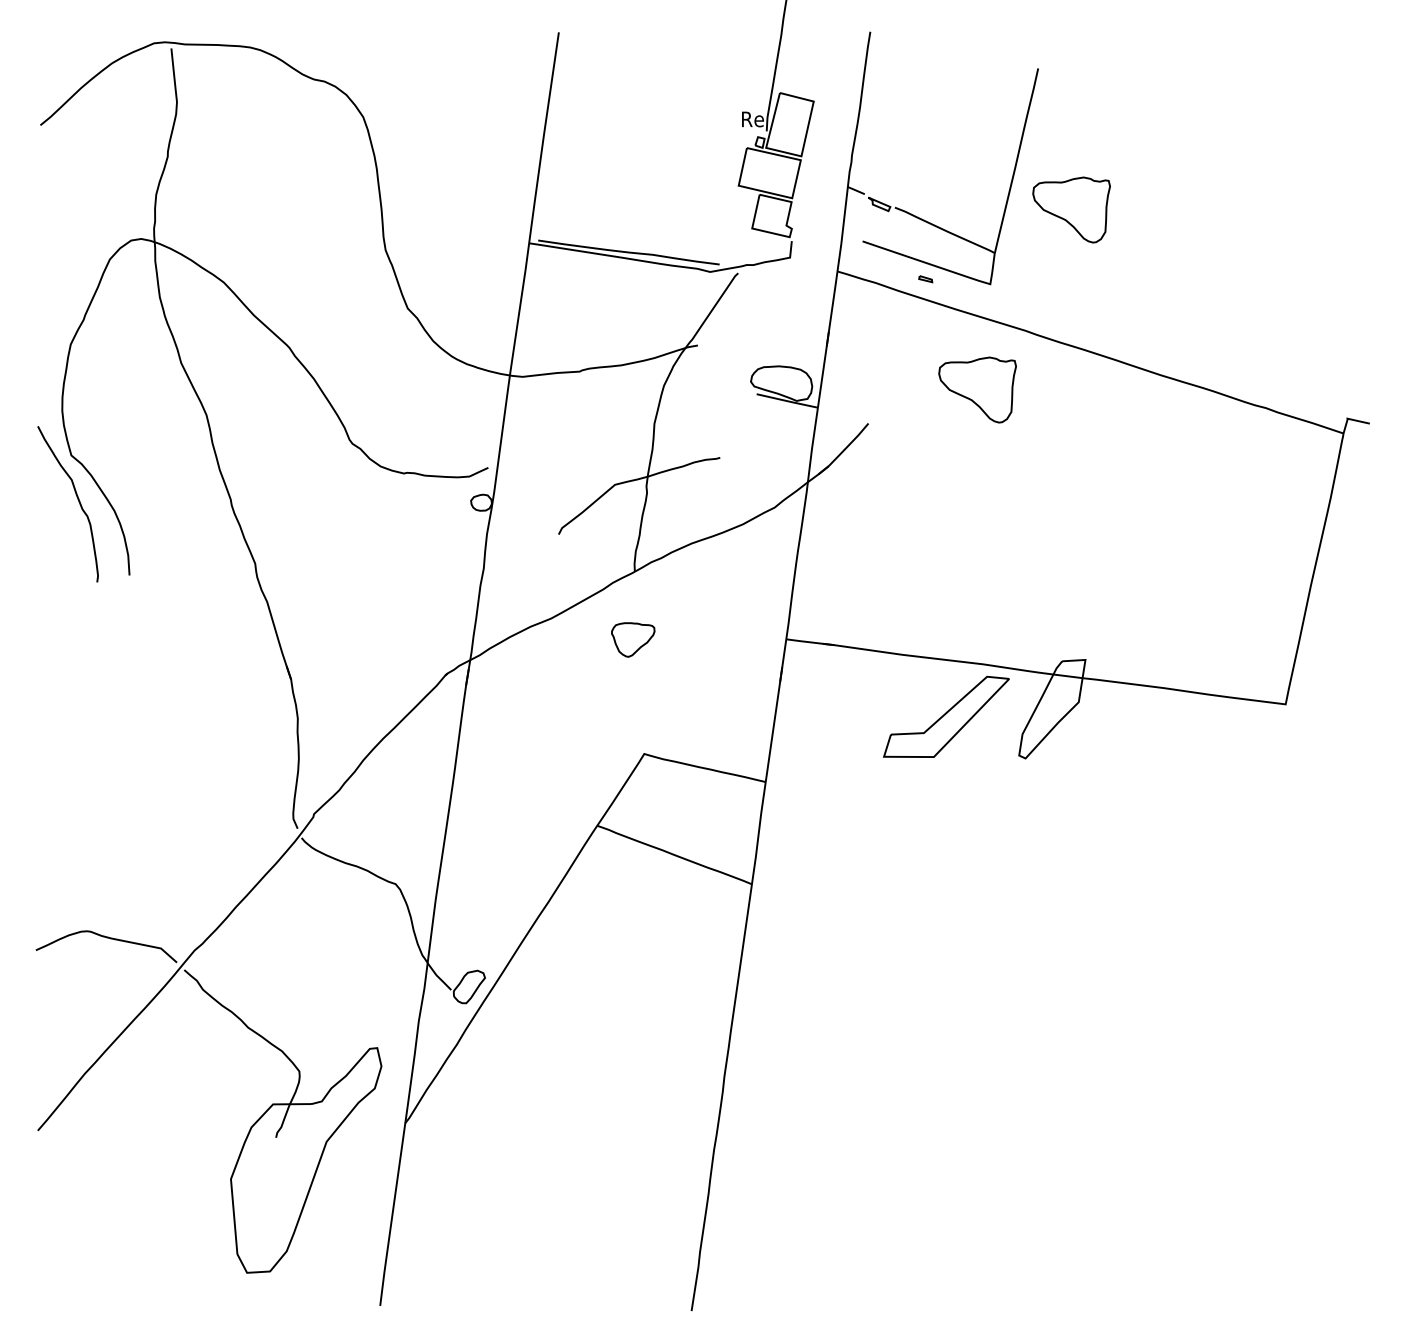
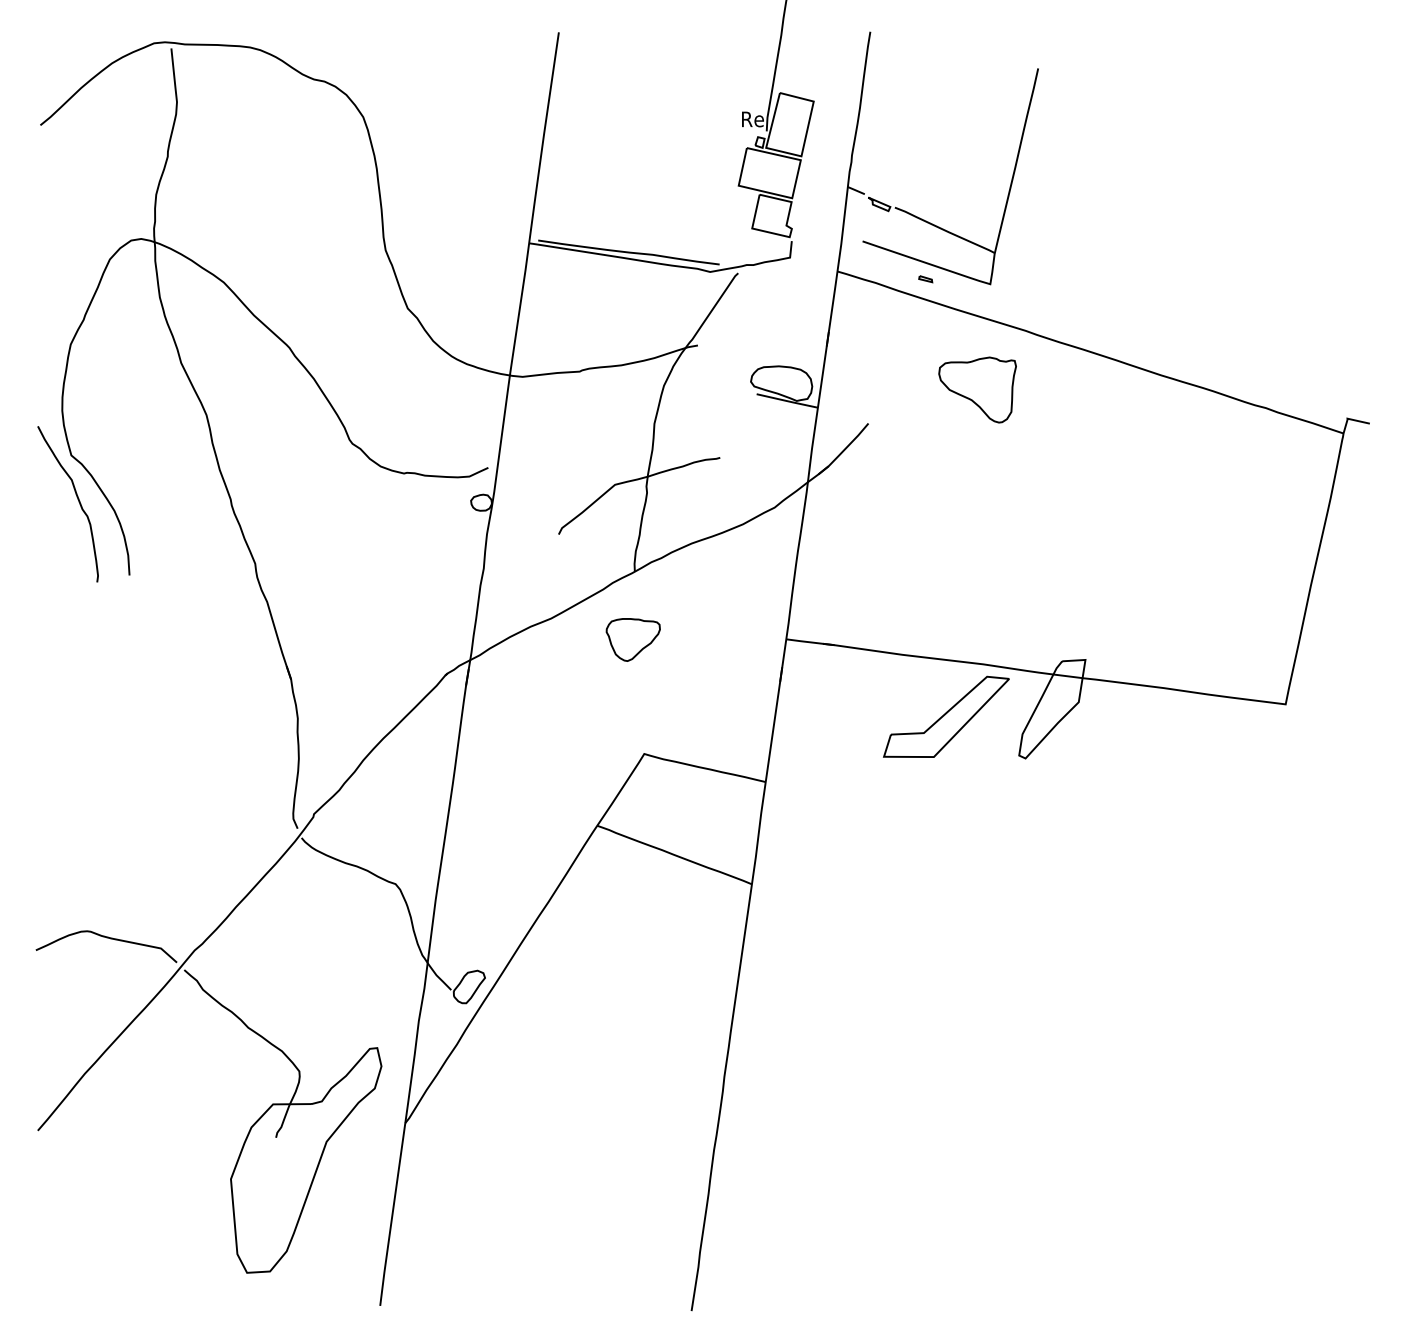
part at (1071, 209): present -> none
part at (633, 639) size: 45x36 px -> 56x44 px
